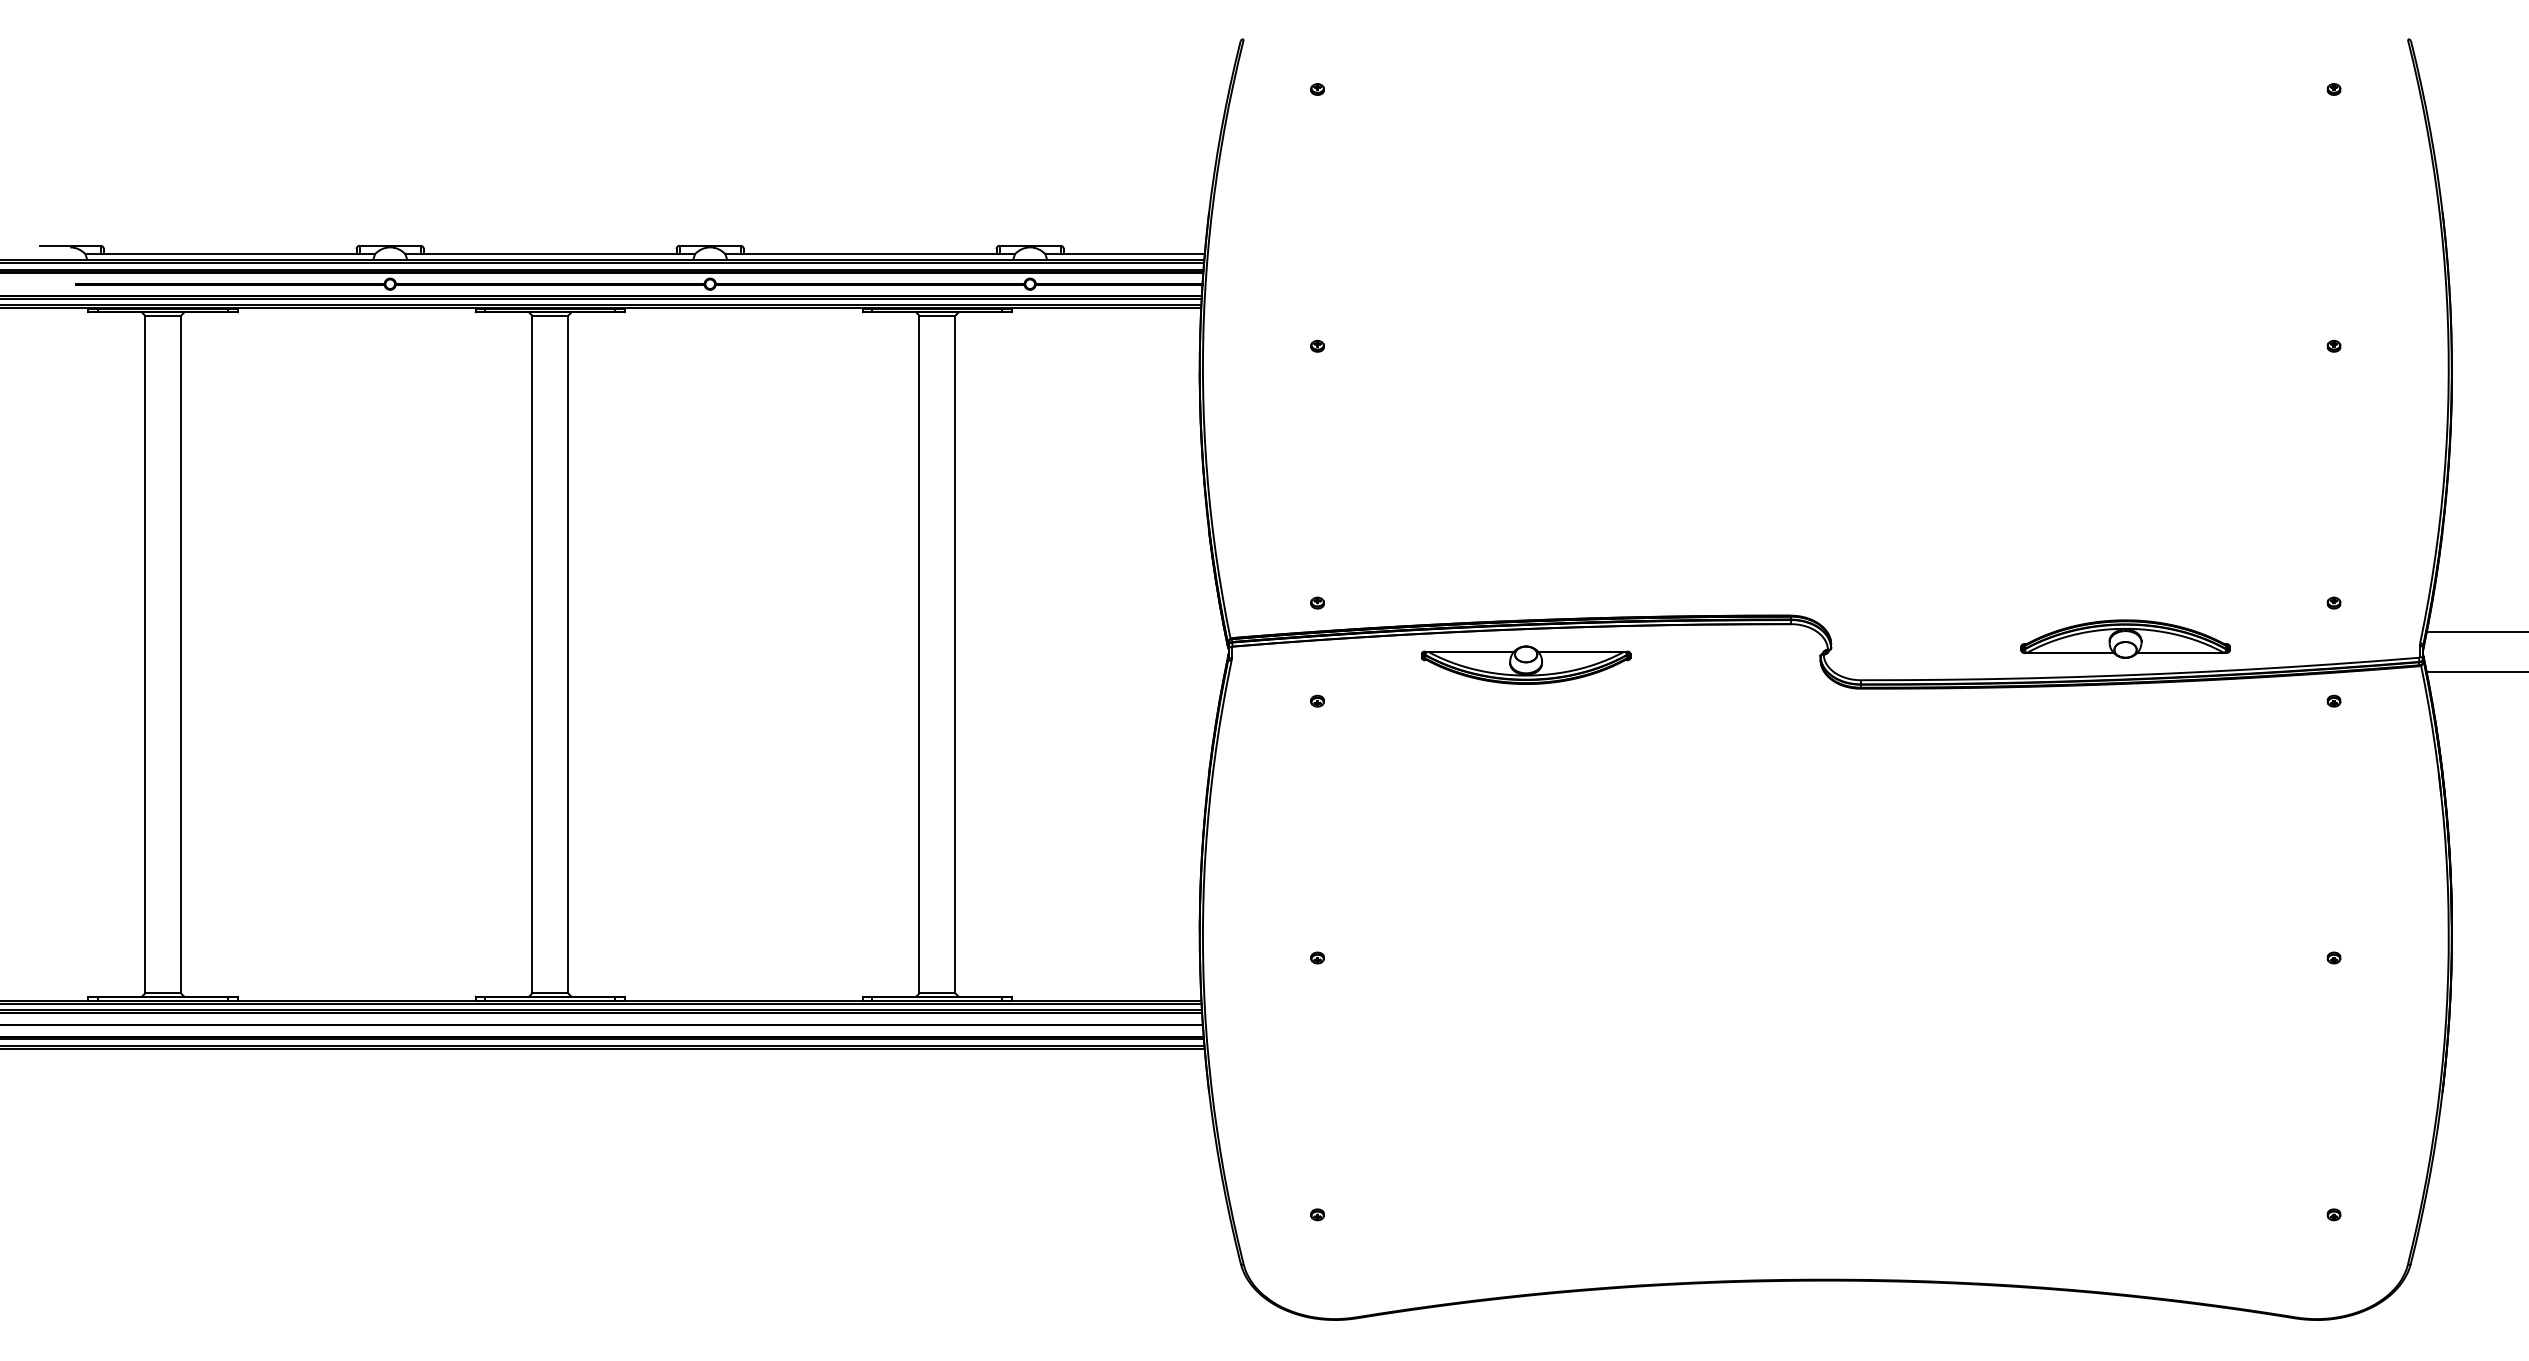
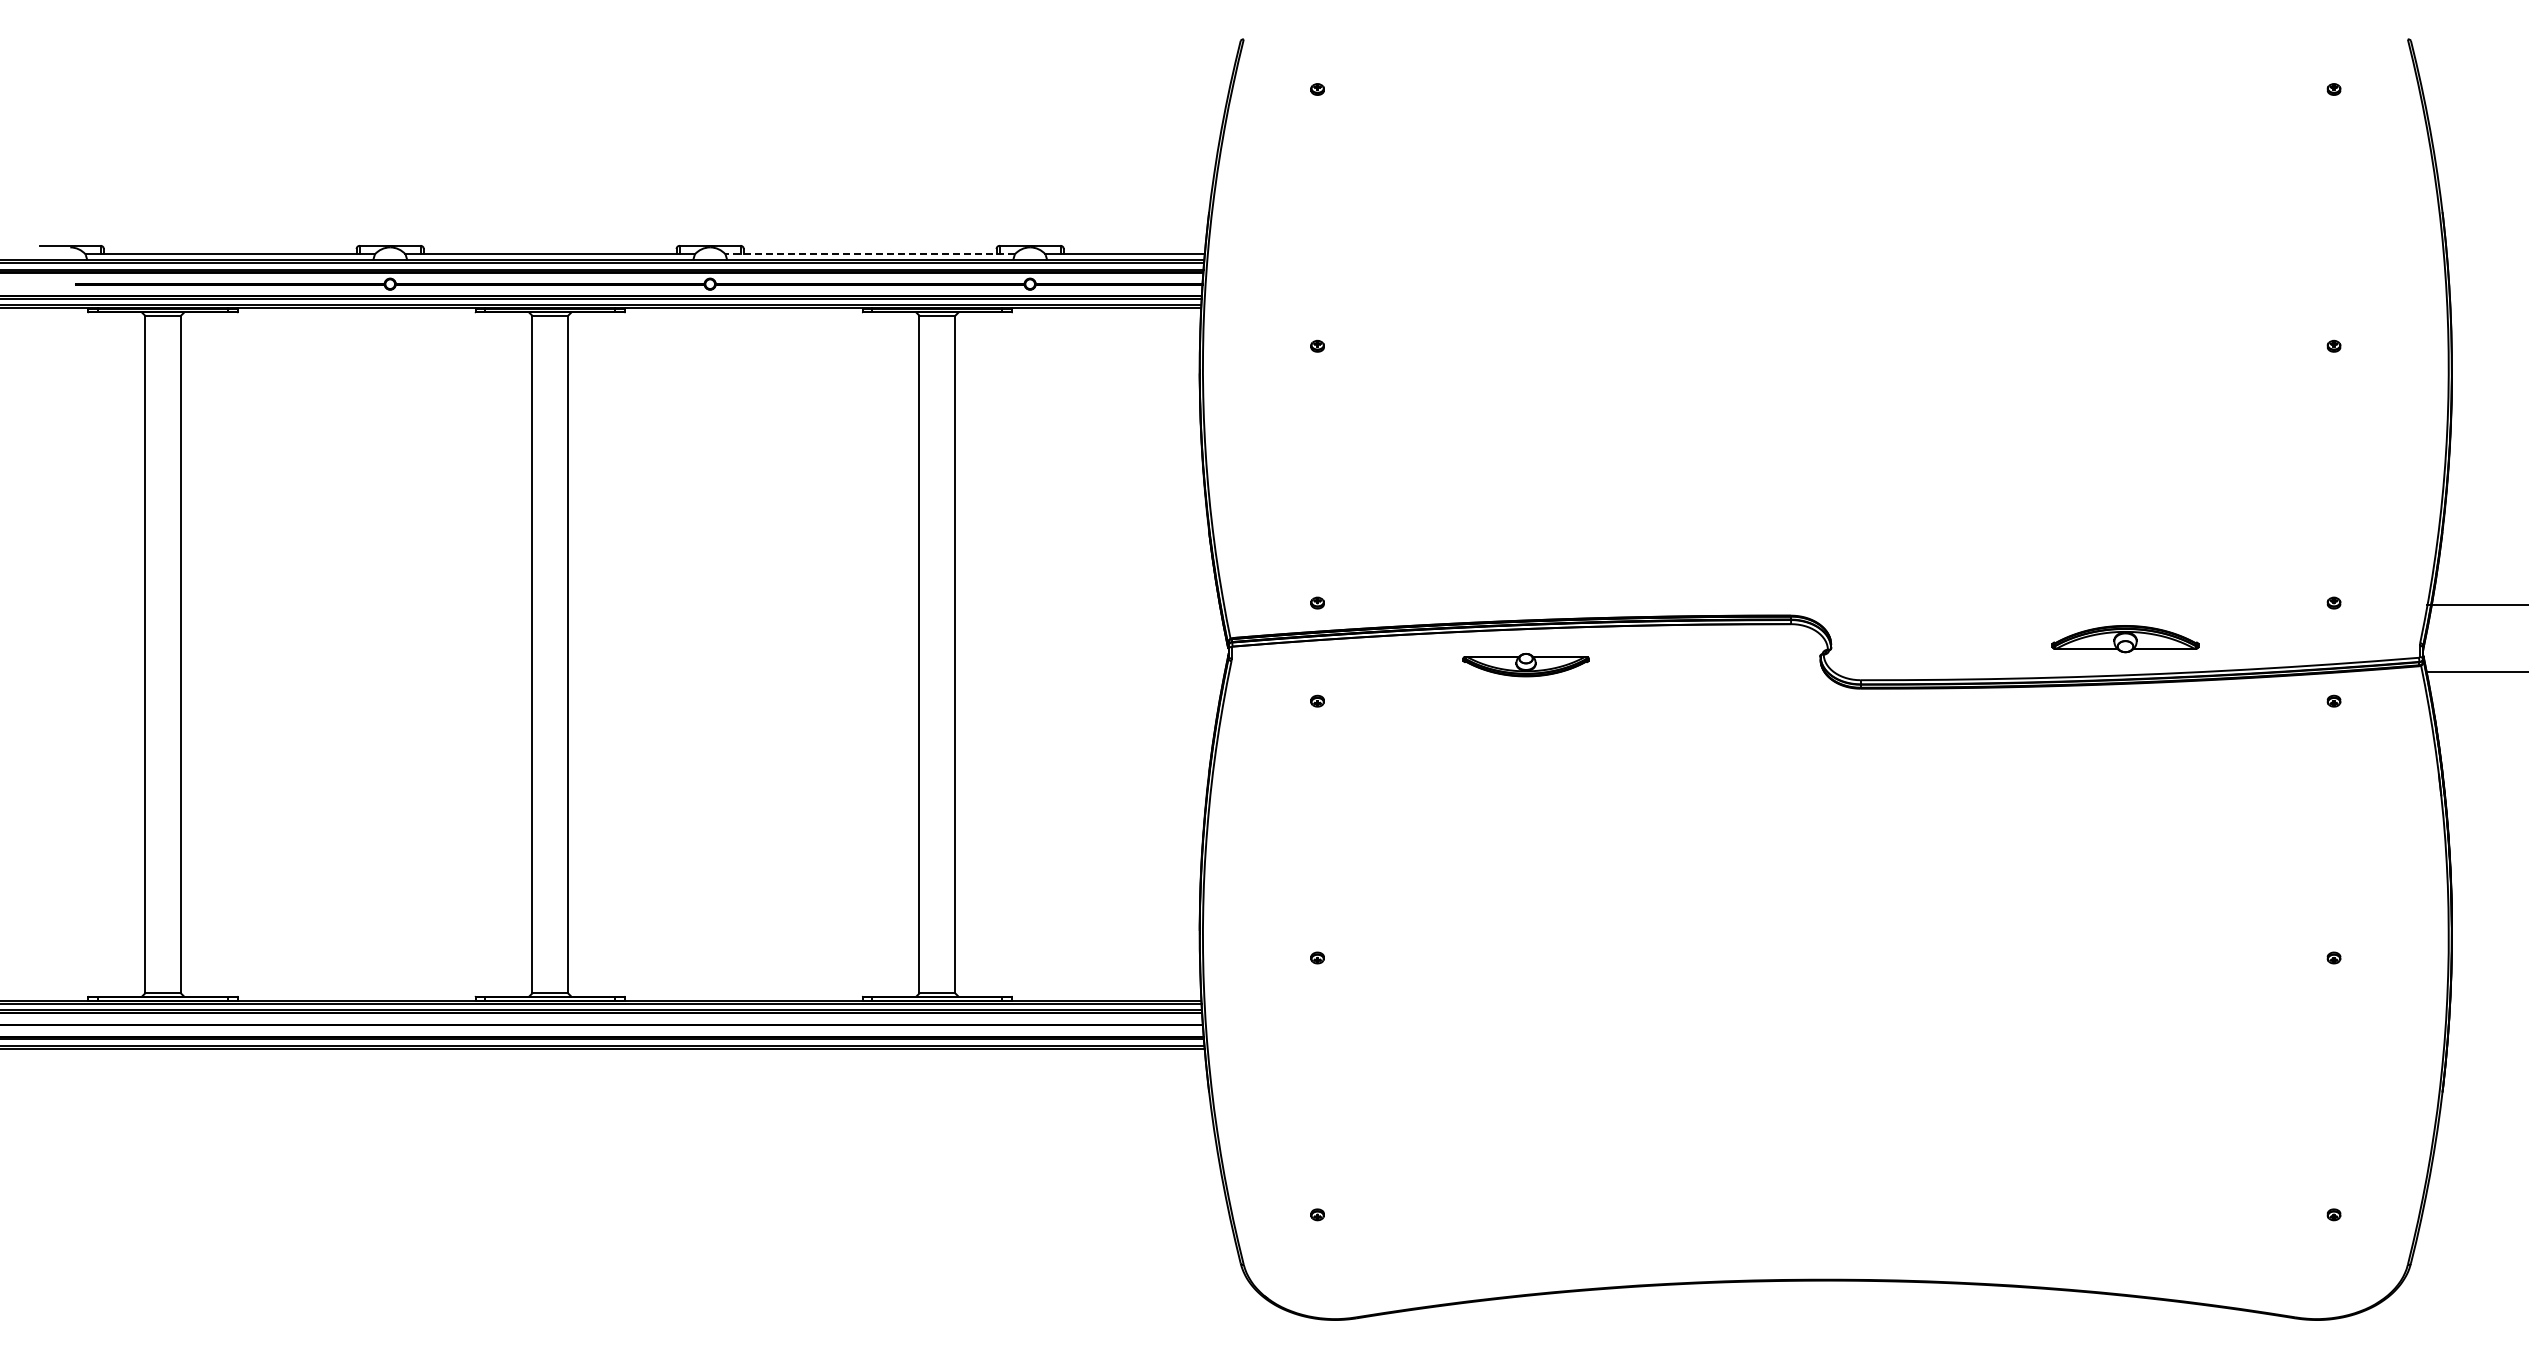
line at (870, 254): solid -> dashed
line at (2475, 631) position: (2475, 631) -> (2475, 604)
part at (2125, 638) size: 211x40 px -> 149x29 px
part at (1525, 664) size: 212x40 px -> 128x25 px
